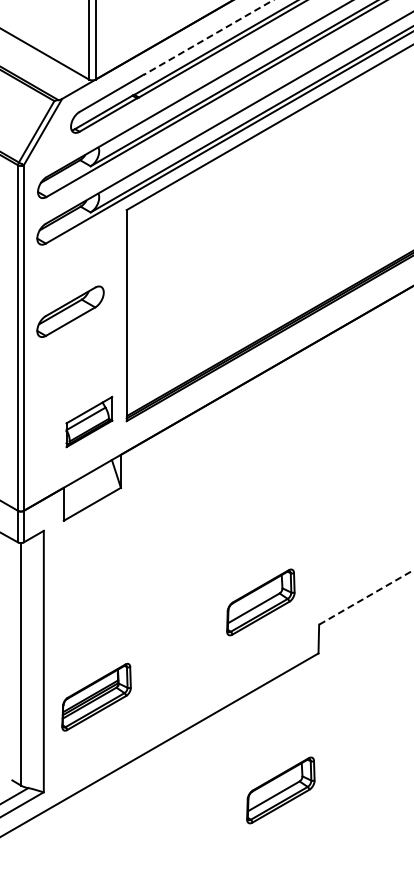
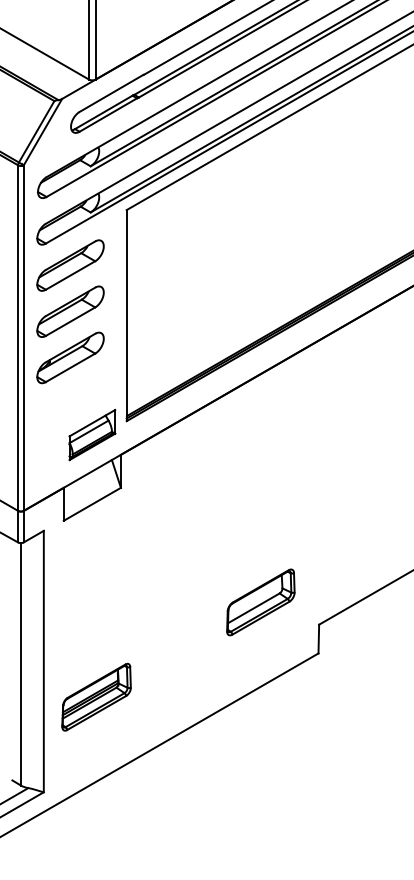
line at (207, 37): dashed -> solid
part at (70, 265): none -> present
part at (70, 357): none -> present
part at (89, 422) position: (89, 422) -> (92, 435)
line at (366, 597): dashed -> solid
part at (280, 790): present -> none
